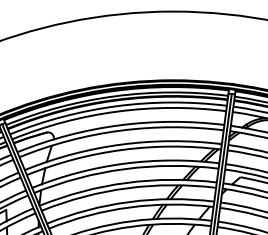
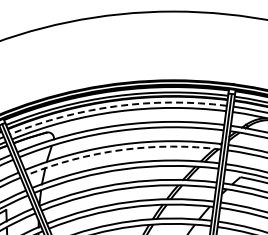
arc at (116, 106): solid -> dashed
arc at (122, 149): solid -> dashed
